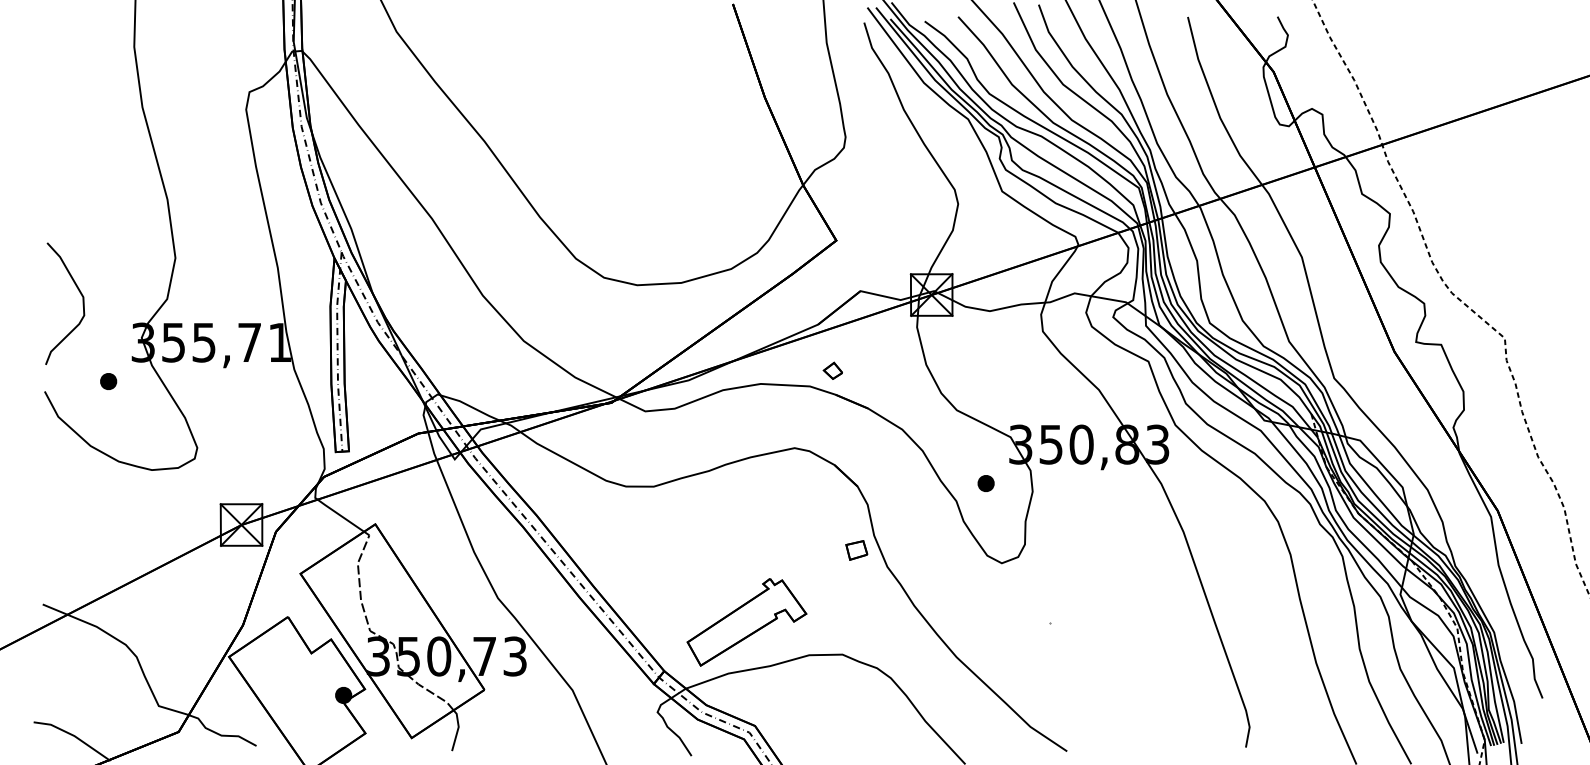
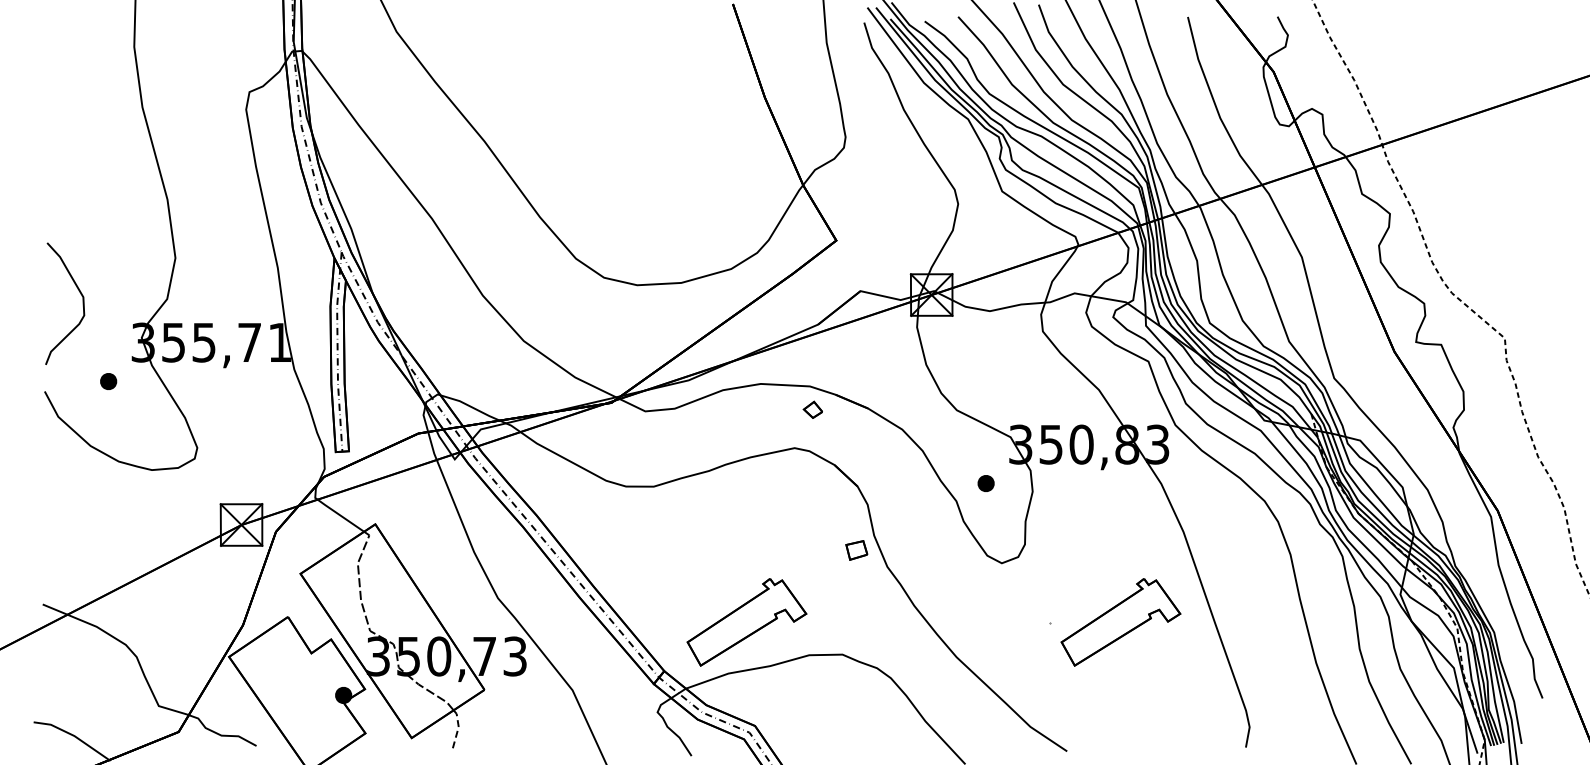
part at (832, 370) position: (832, 370) -> (812, 409)
part at (1120, 622): none -> present
line at (458, 728): solid -> dashed
